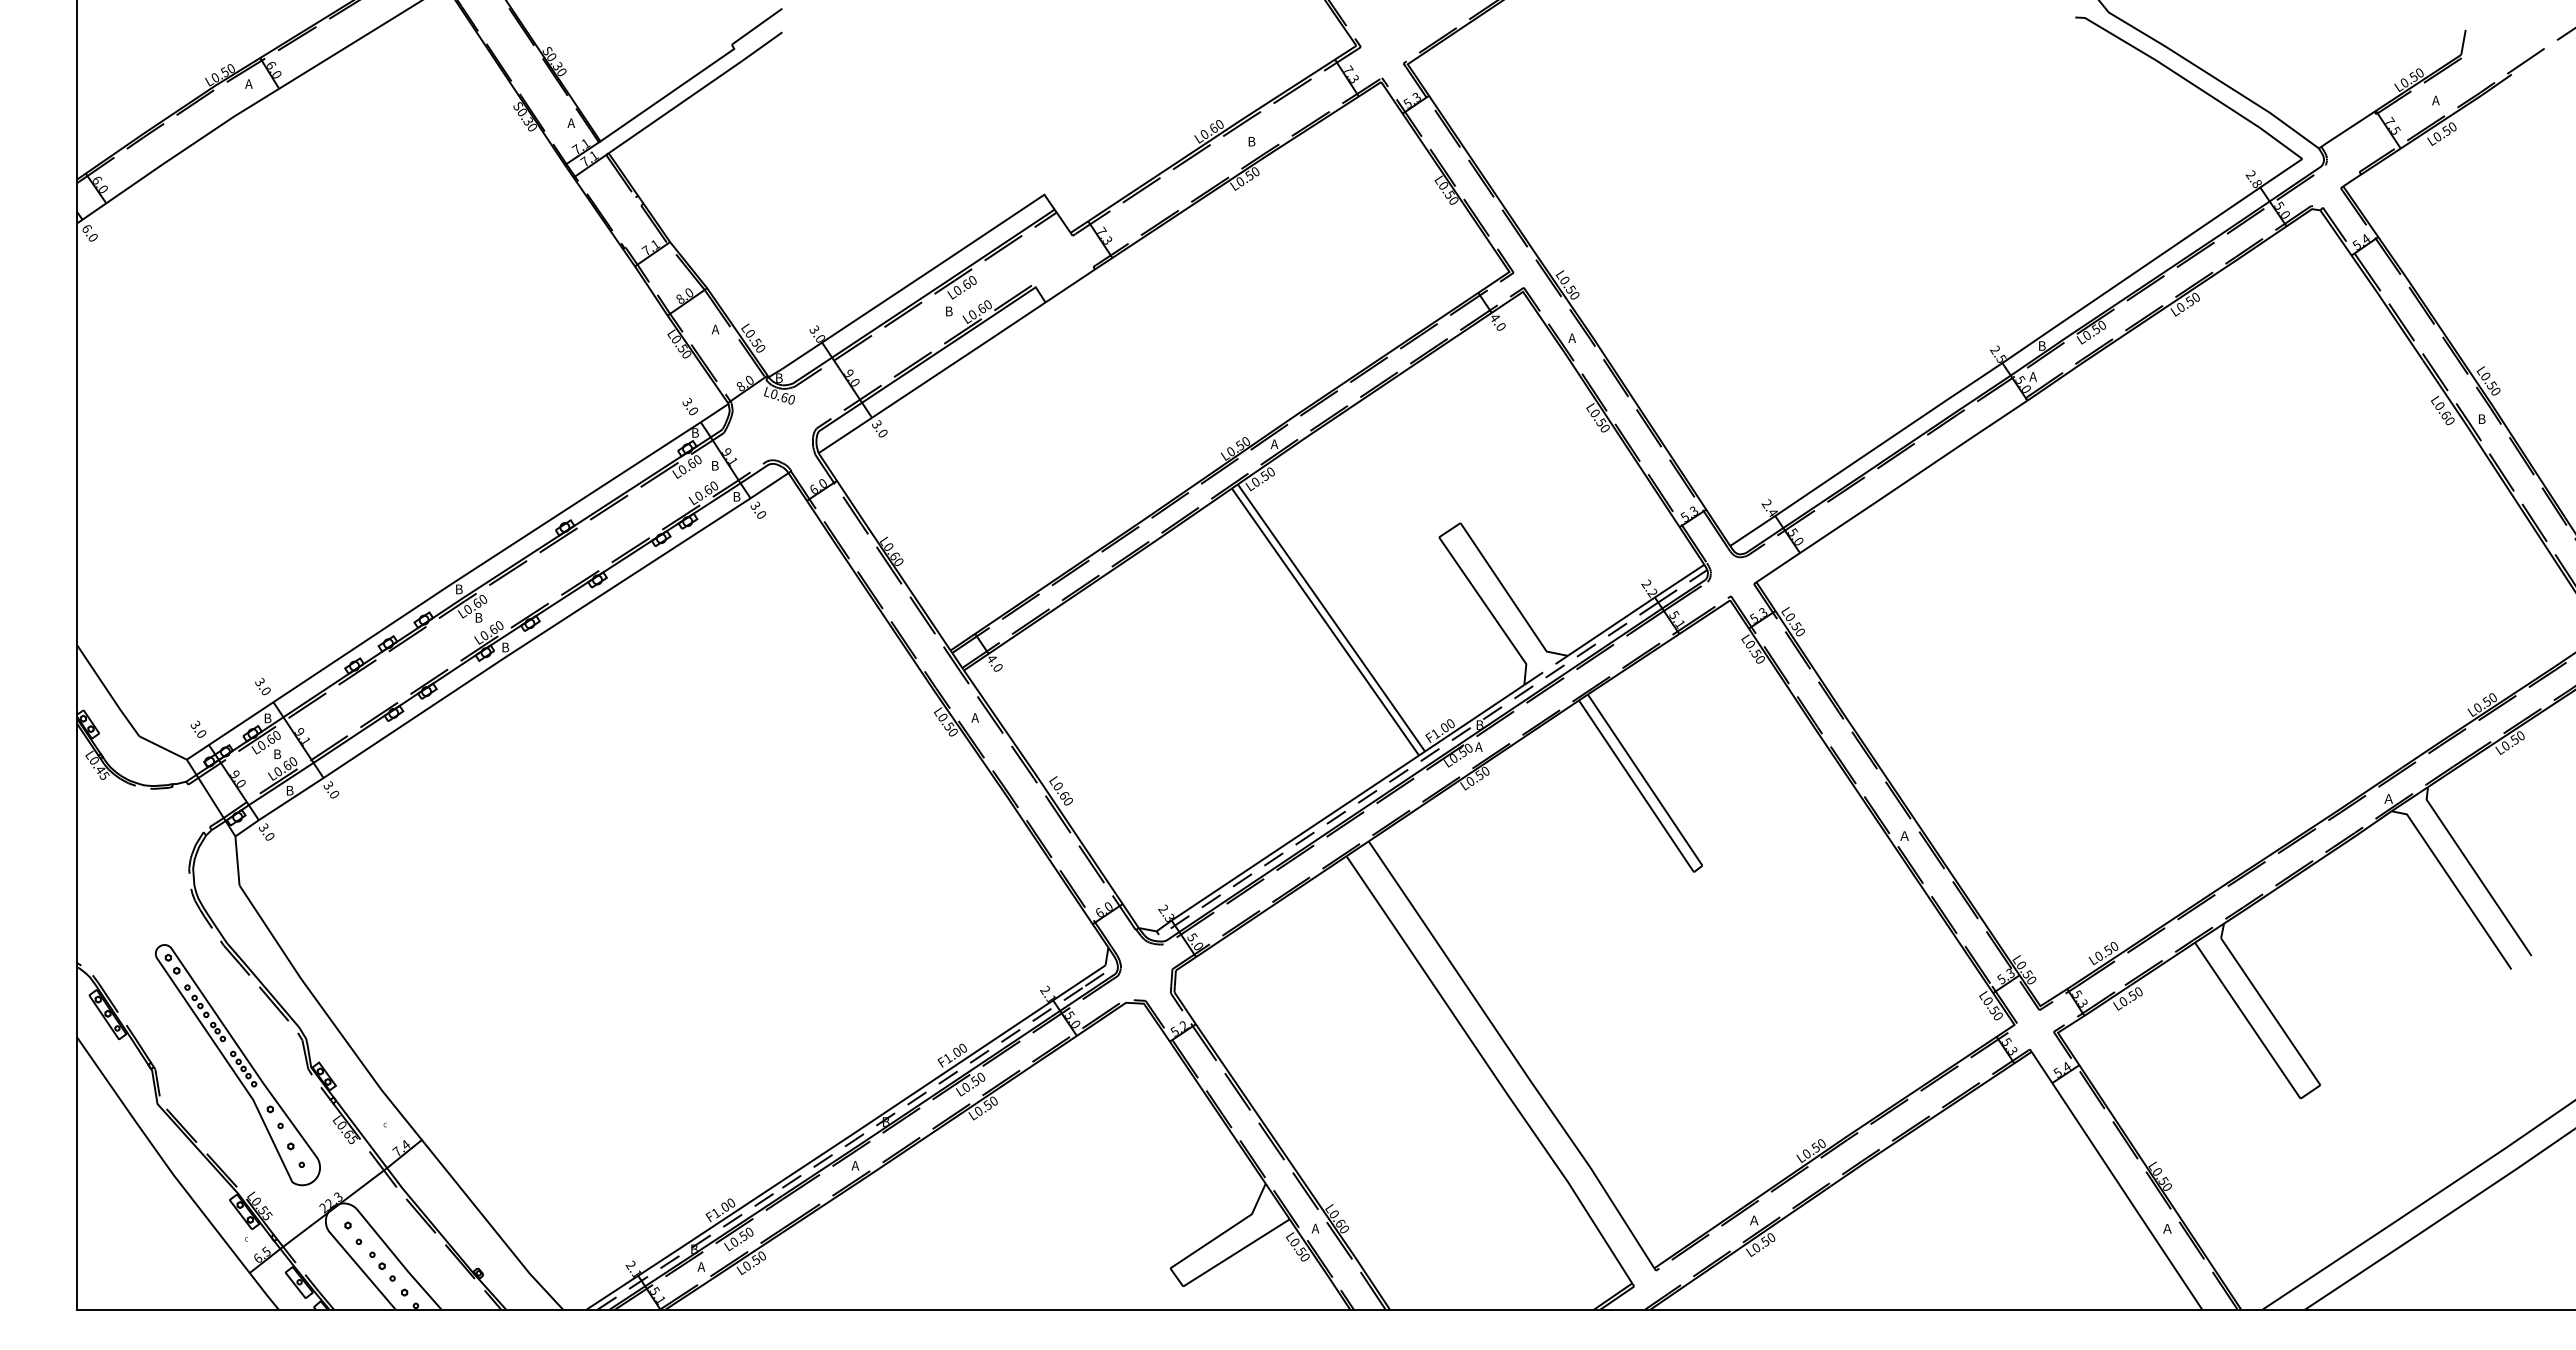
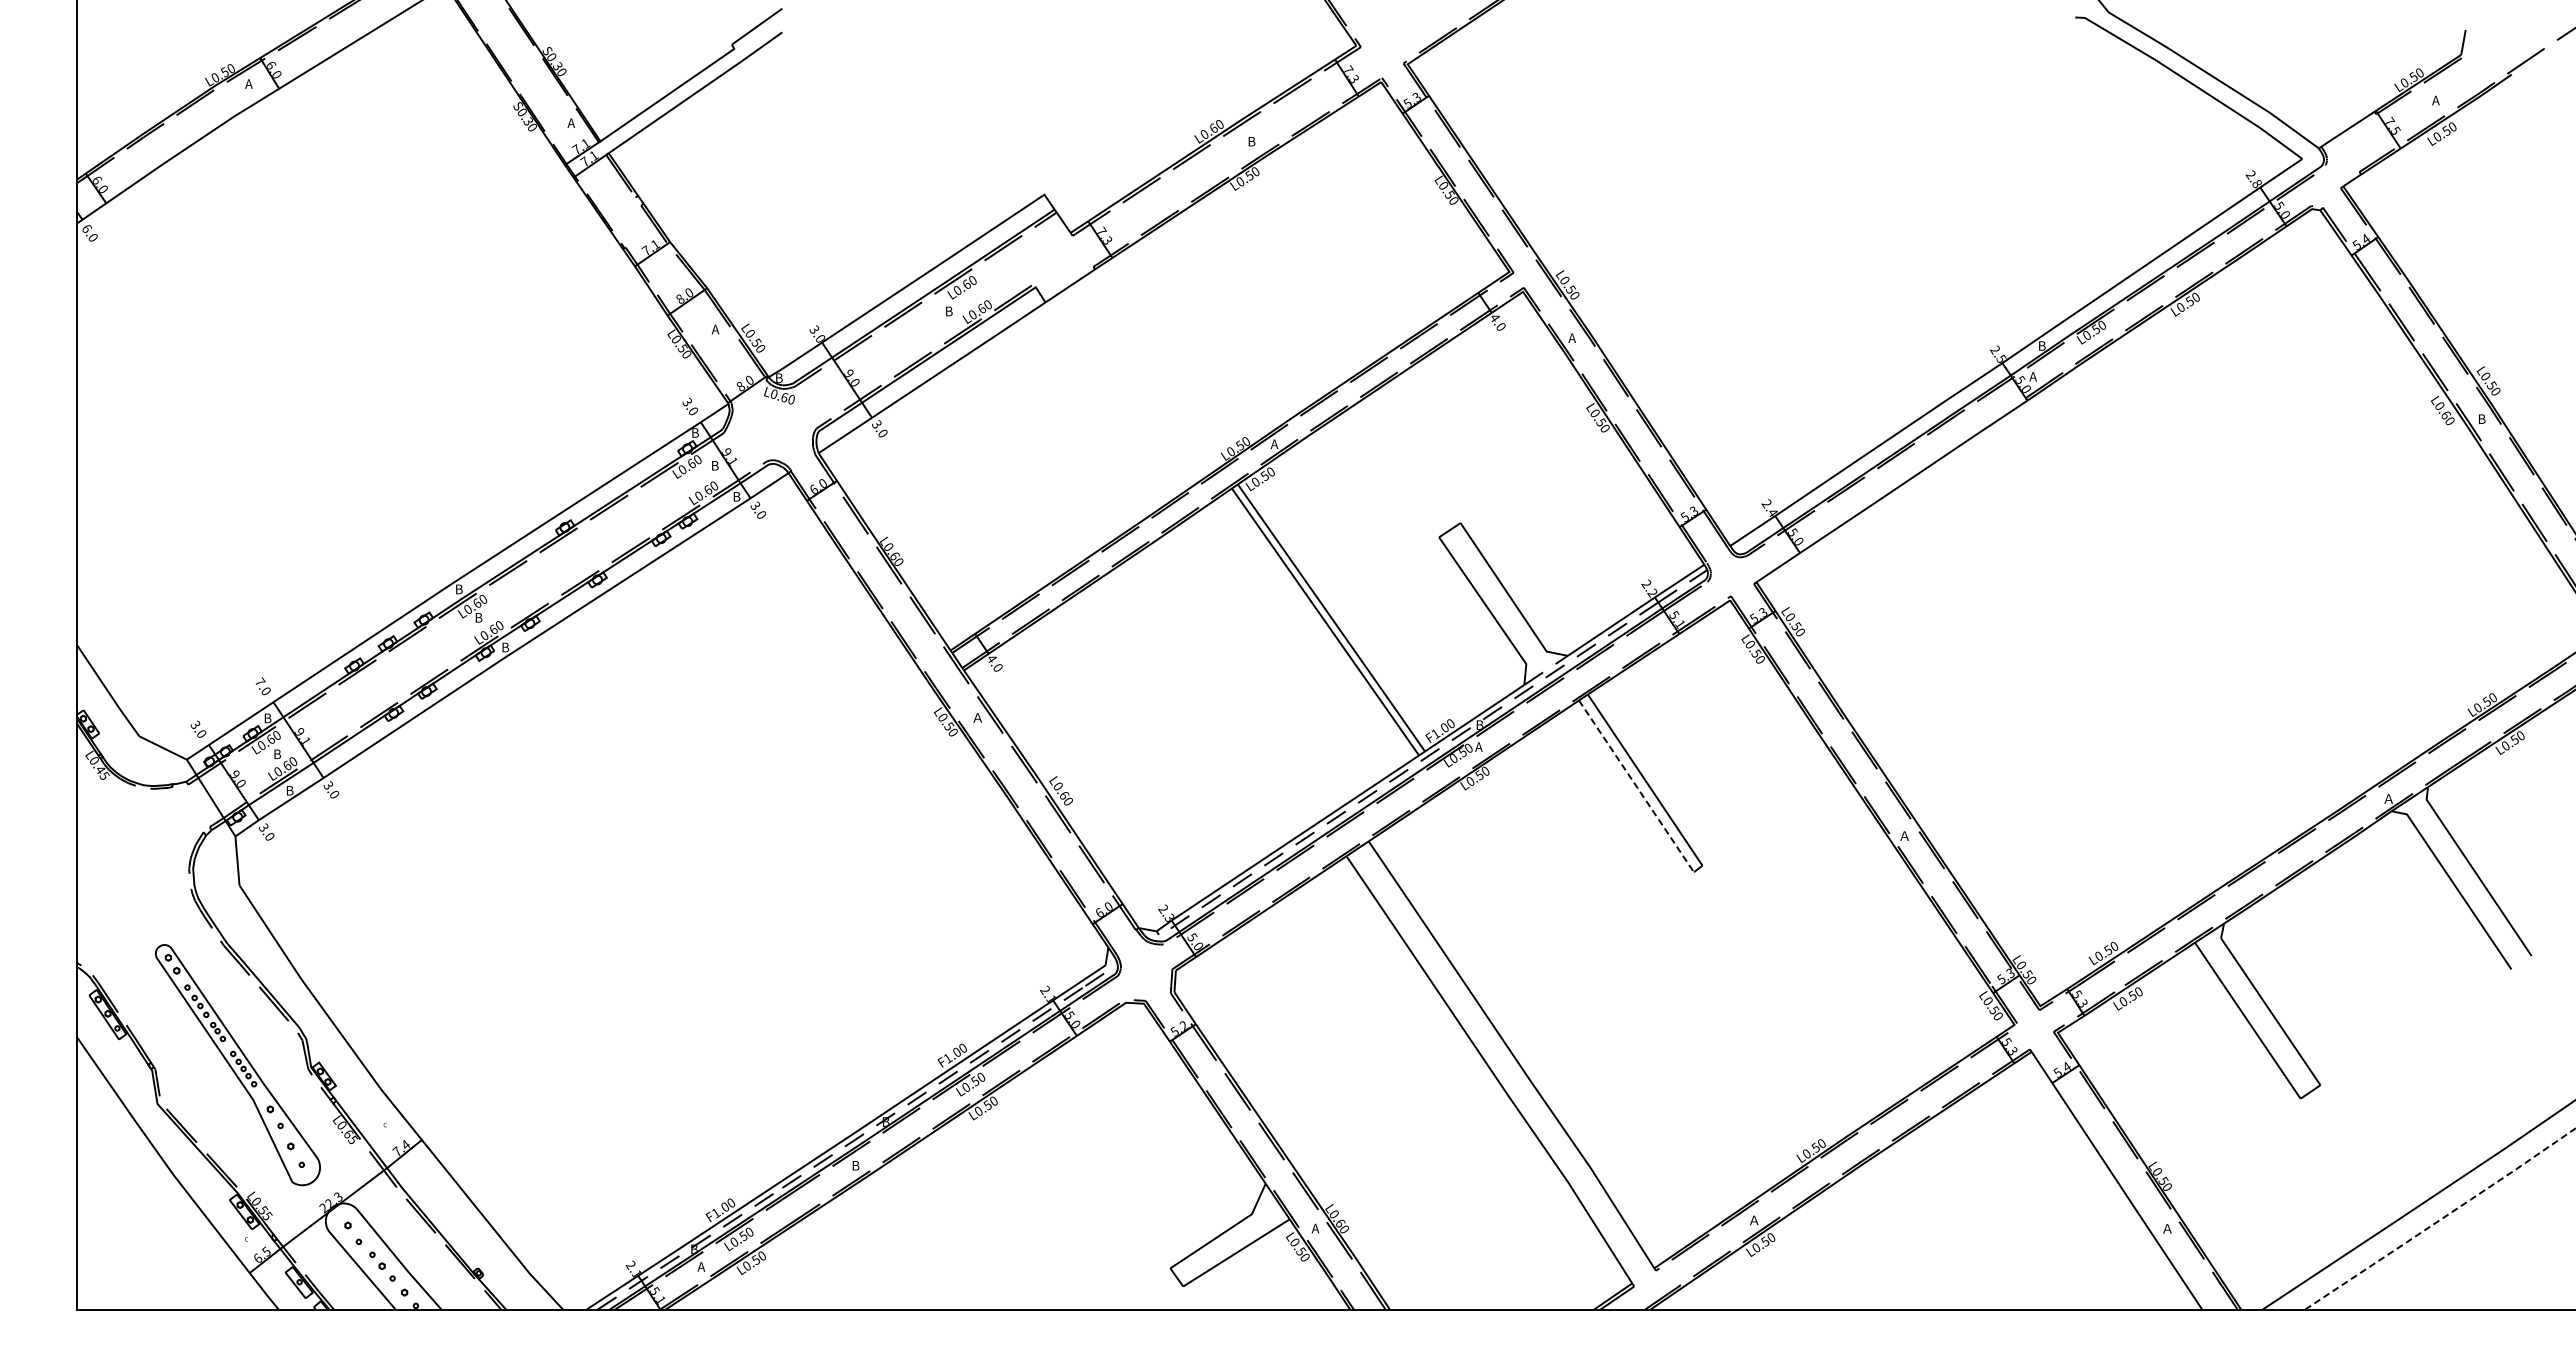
text at (260, 681): 3.0 -> 7.0
text at (976, 717): A -> Ａ
line at (1637, 788): solid -> dashed
text at (855, 1165): A -> B
line at (2441, 1219): solid -> dashed
